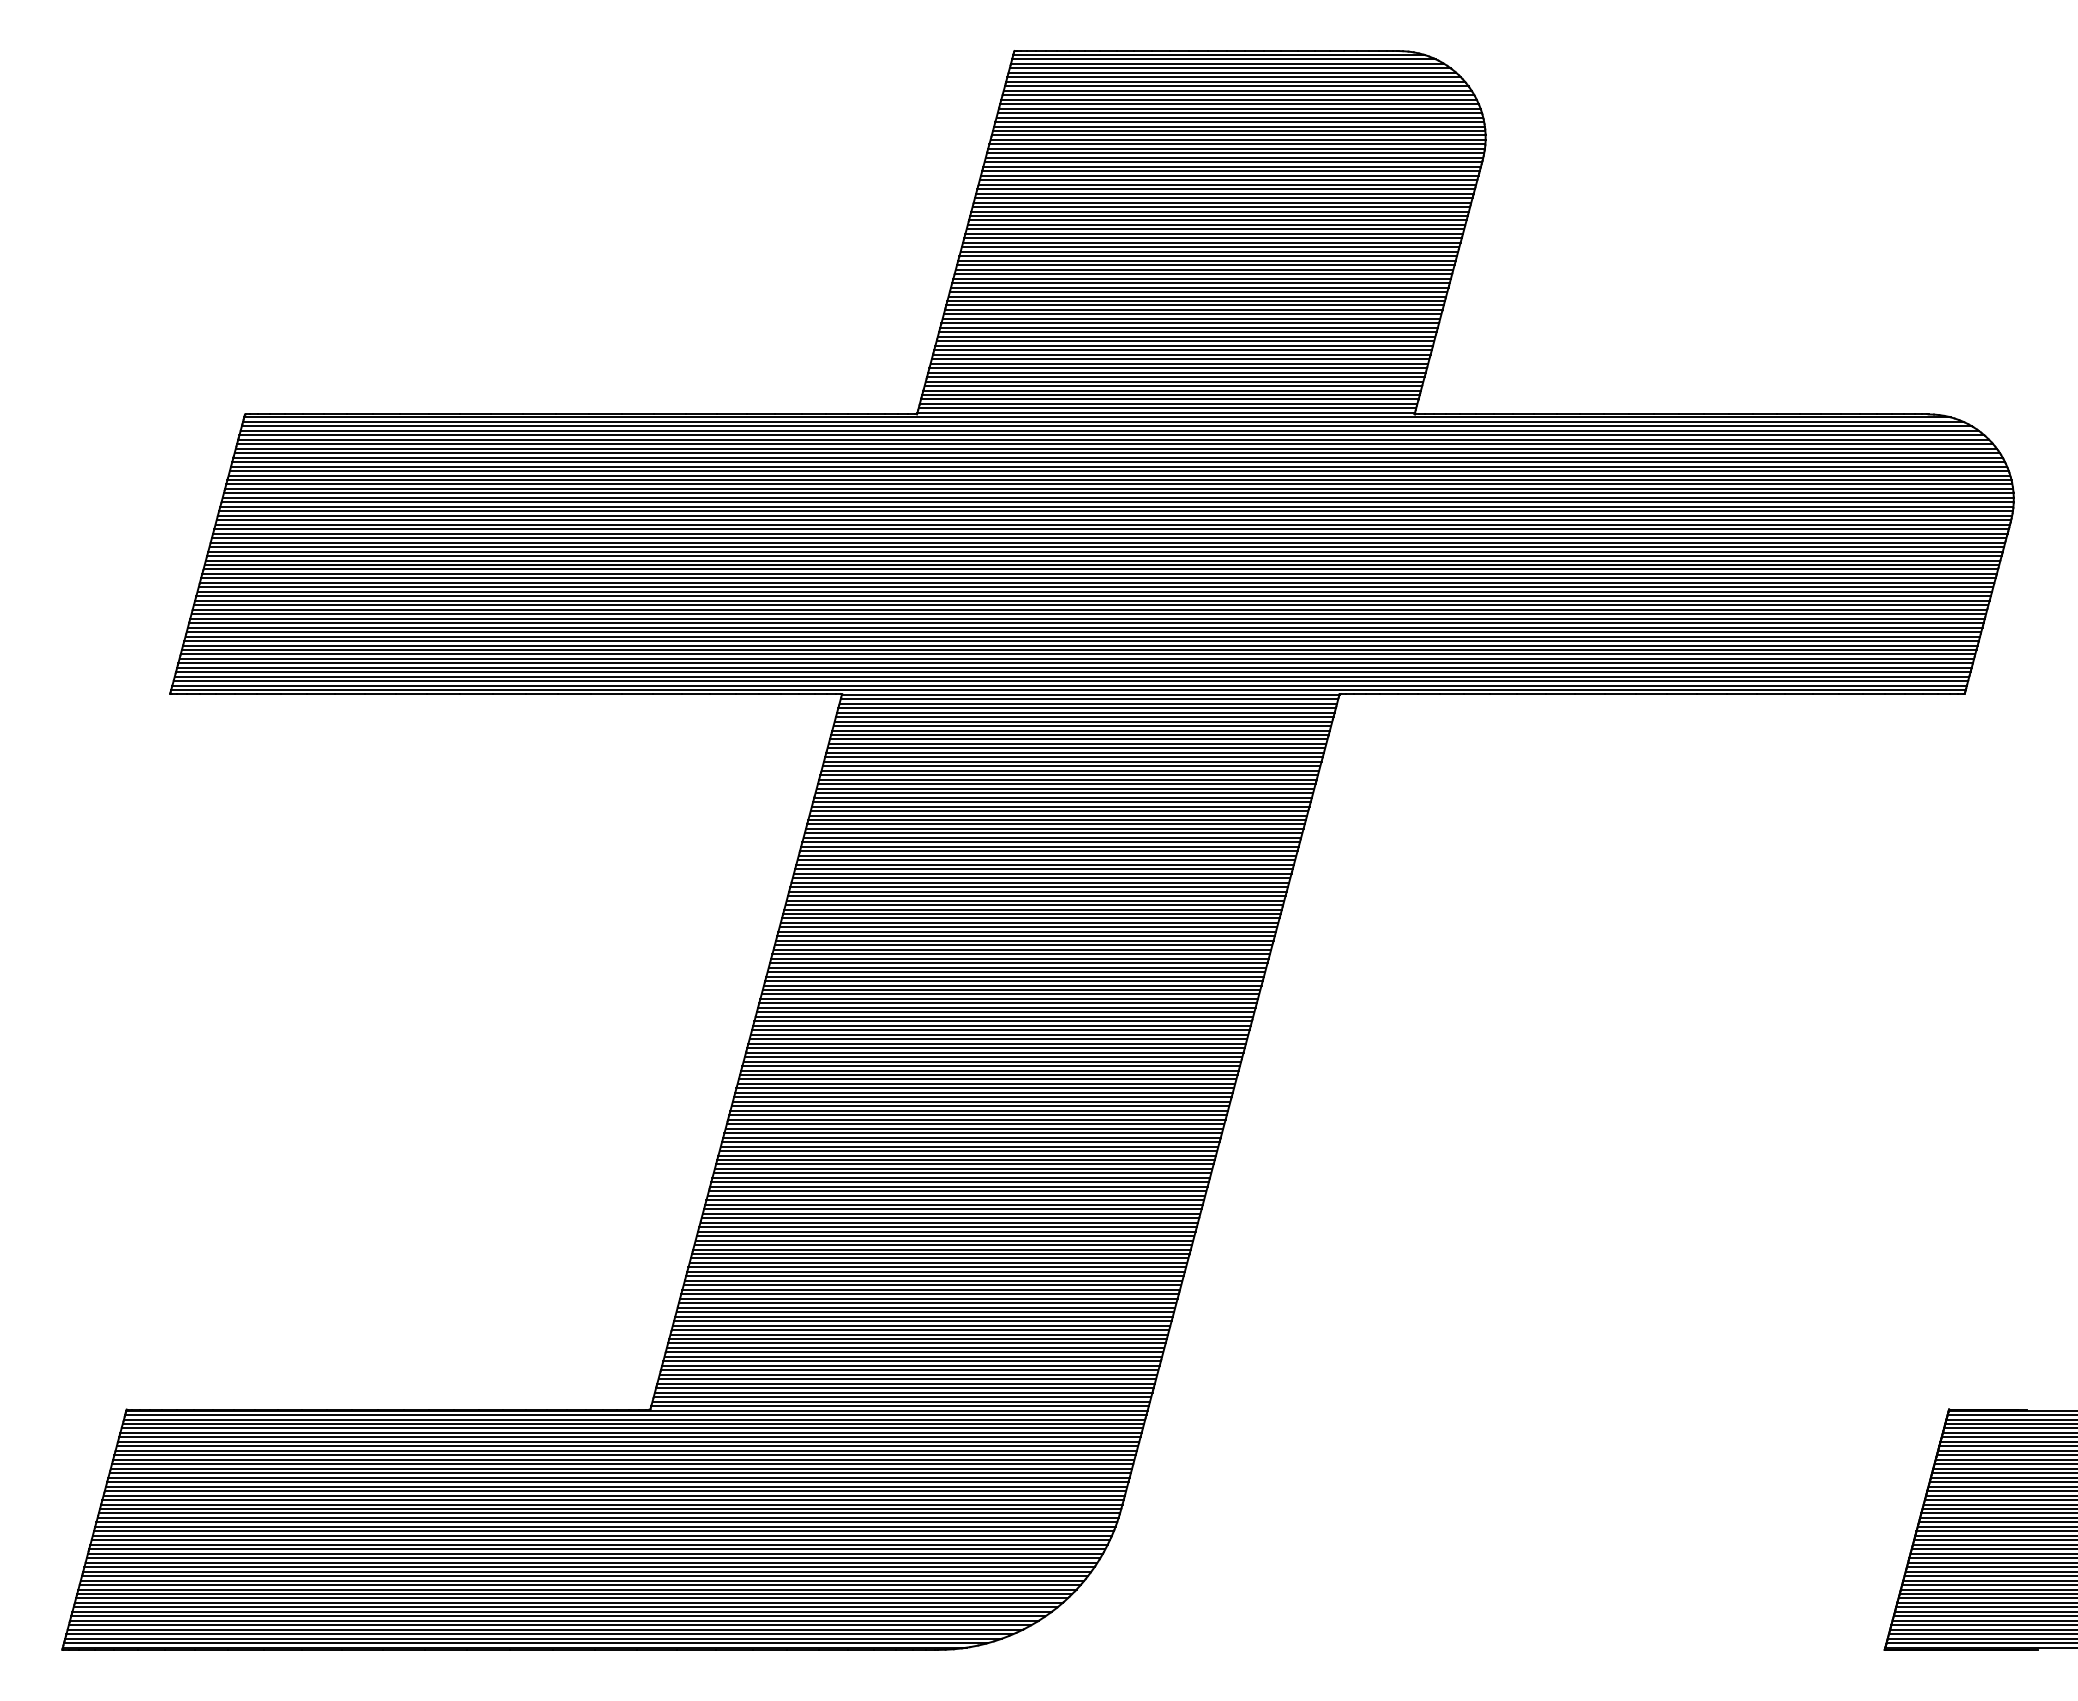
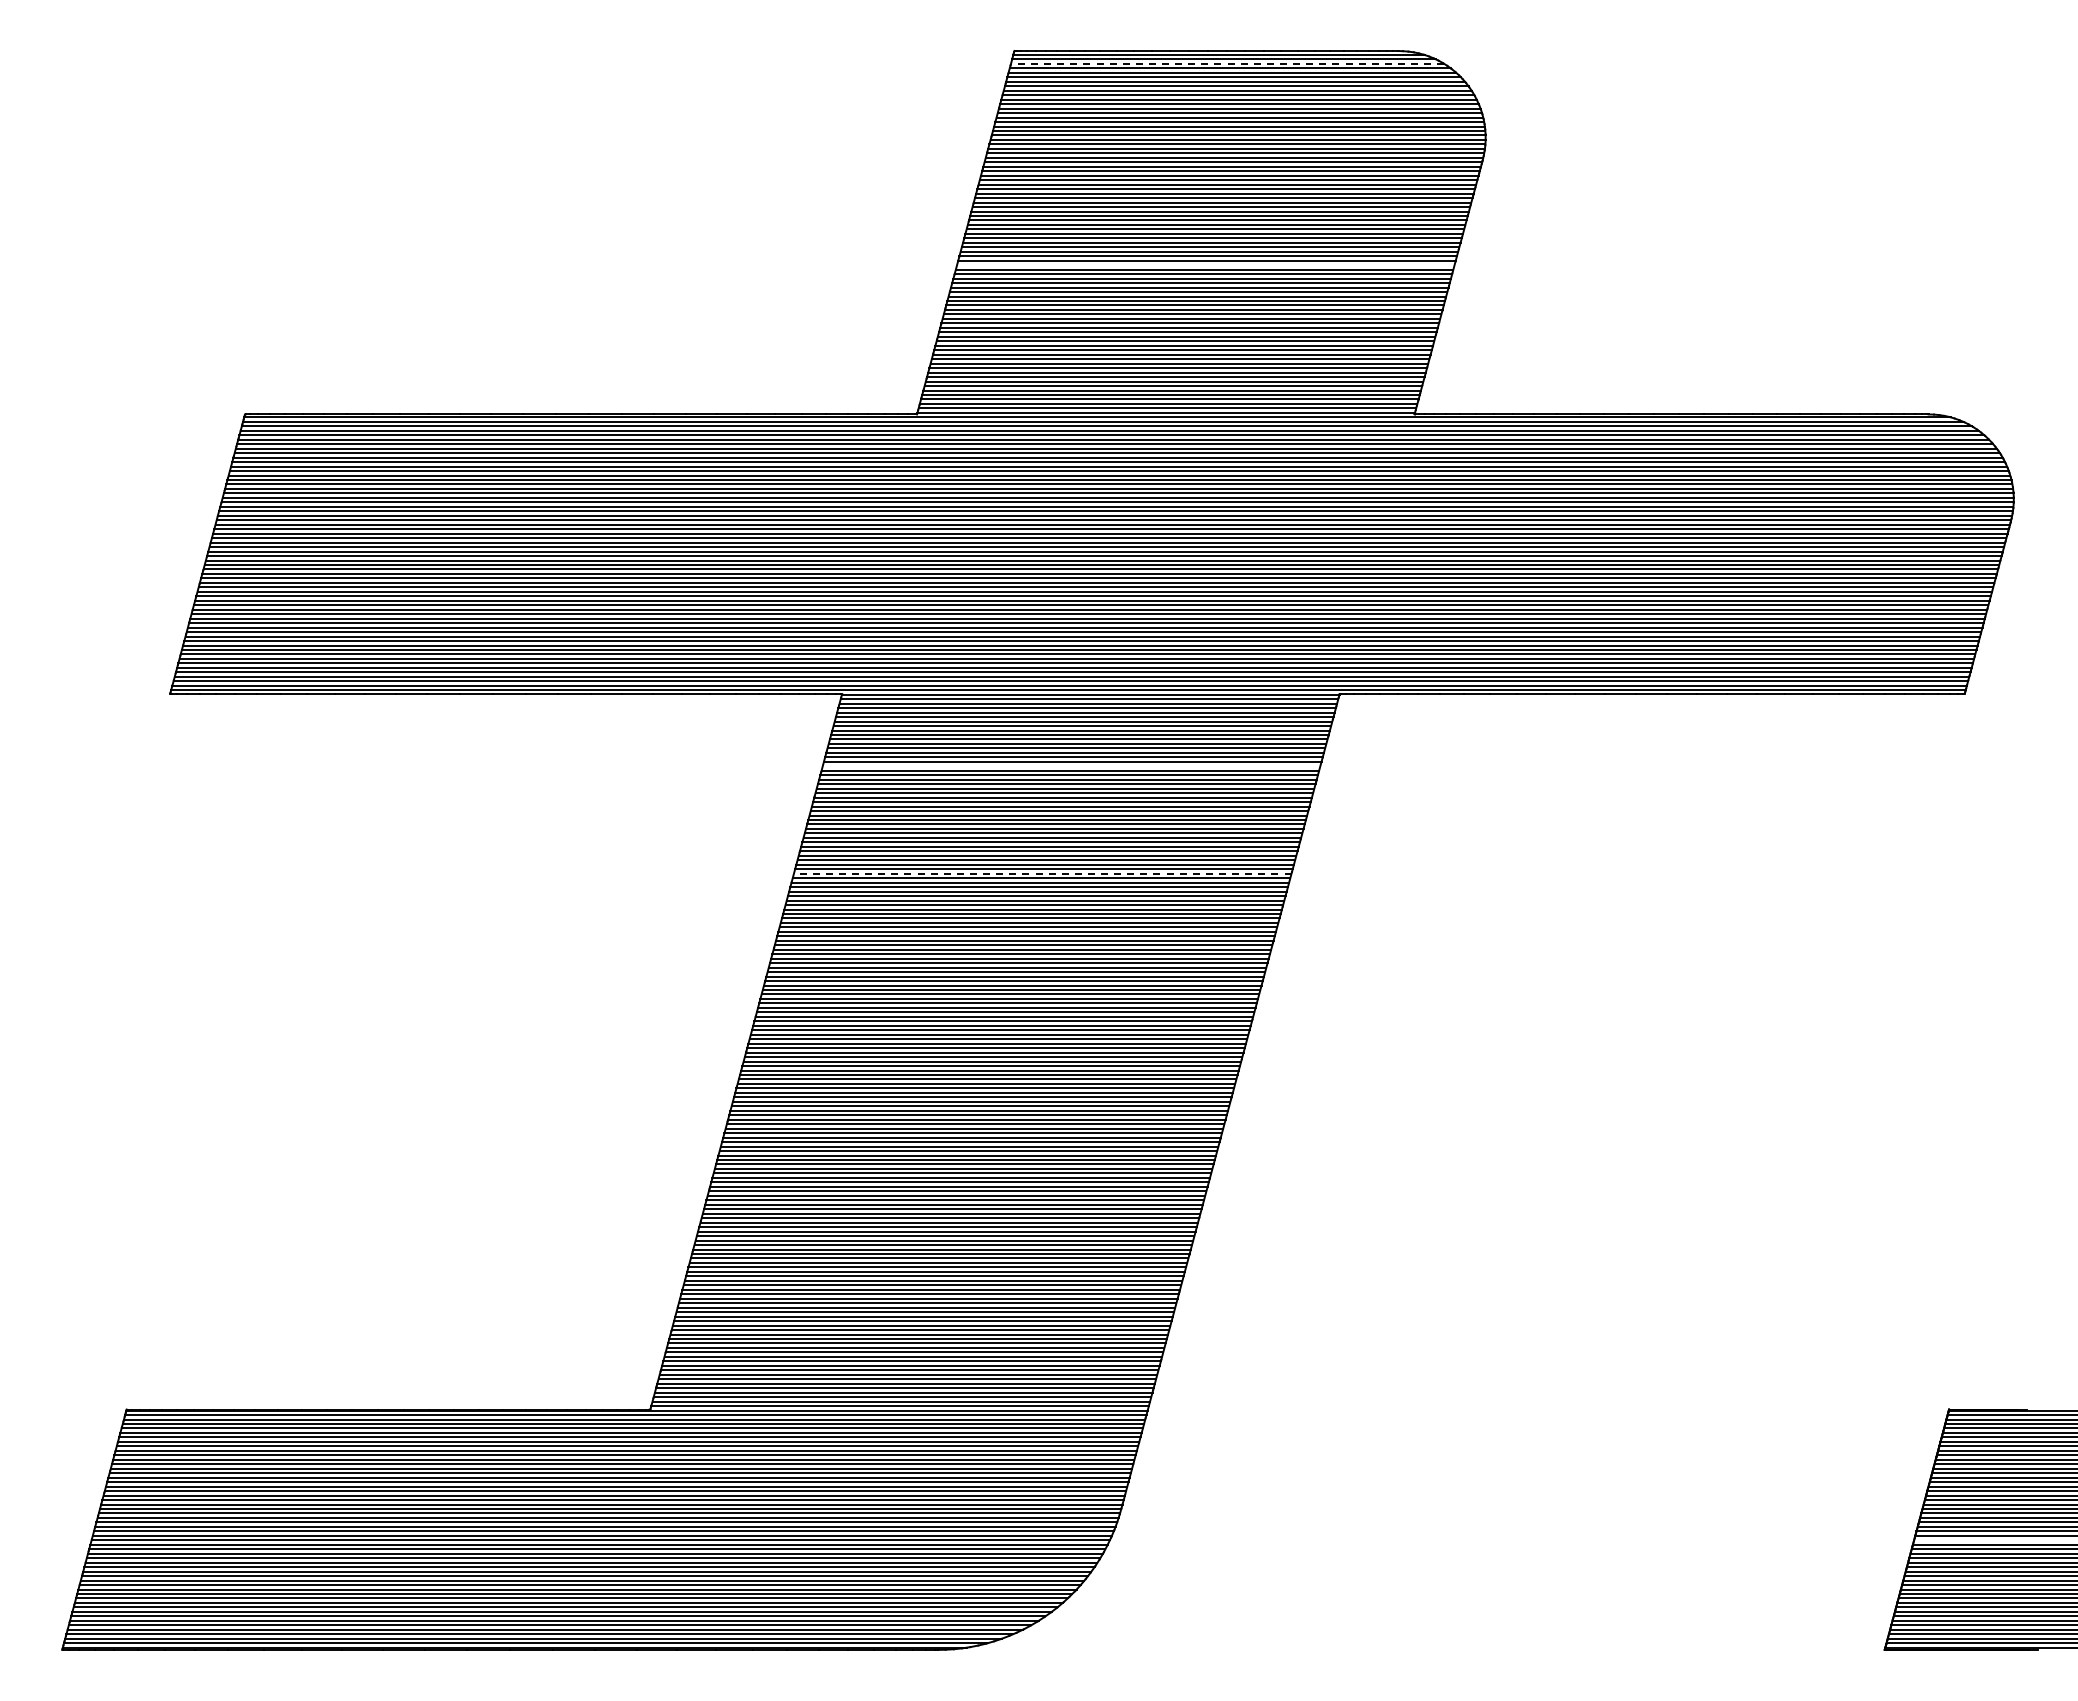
line at (1227, 63): solid -> dashed
line at (1205, 265): present -> none
line at (1071, 766): present -> none
line at (1042, 873): solid -> dashed
line at (1994, 1540): present -> none
